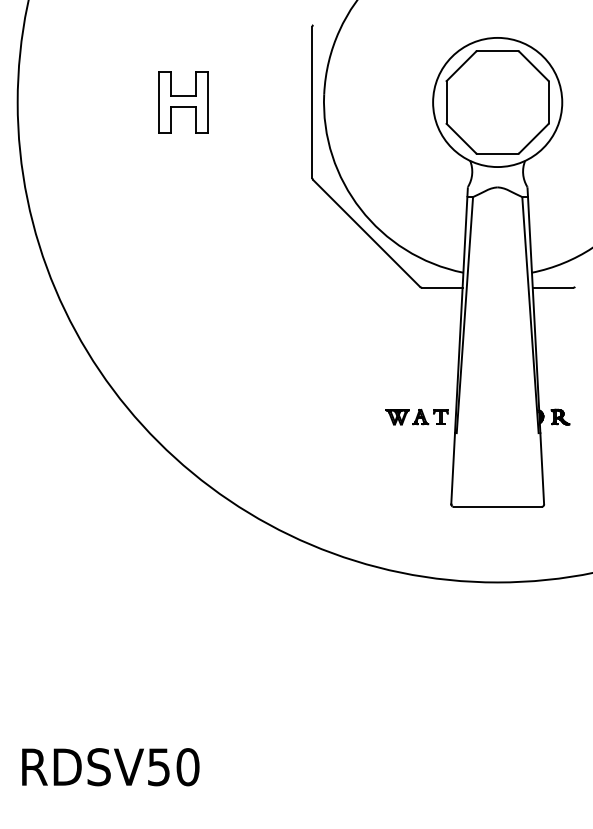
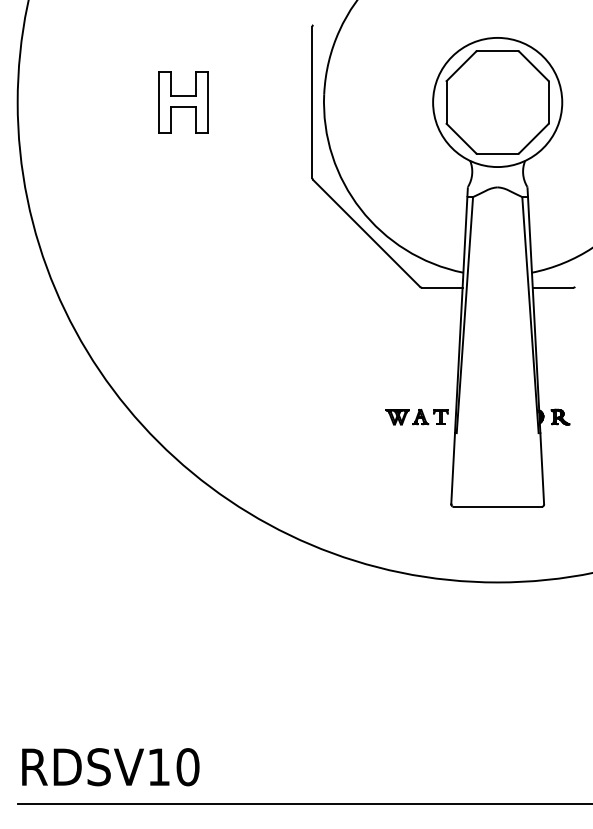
text at (158, 767): RDSV50 -> RDSV10
line at (303, 804): none -> present
